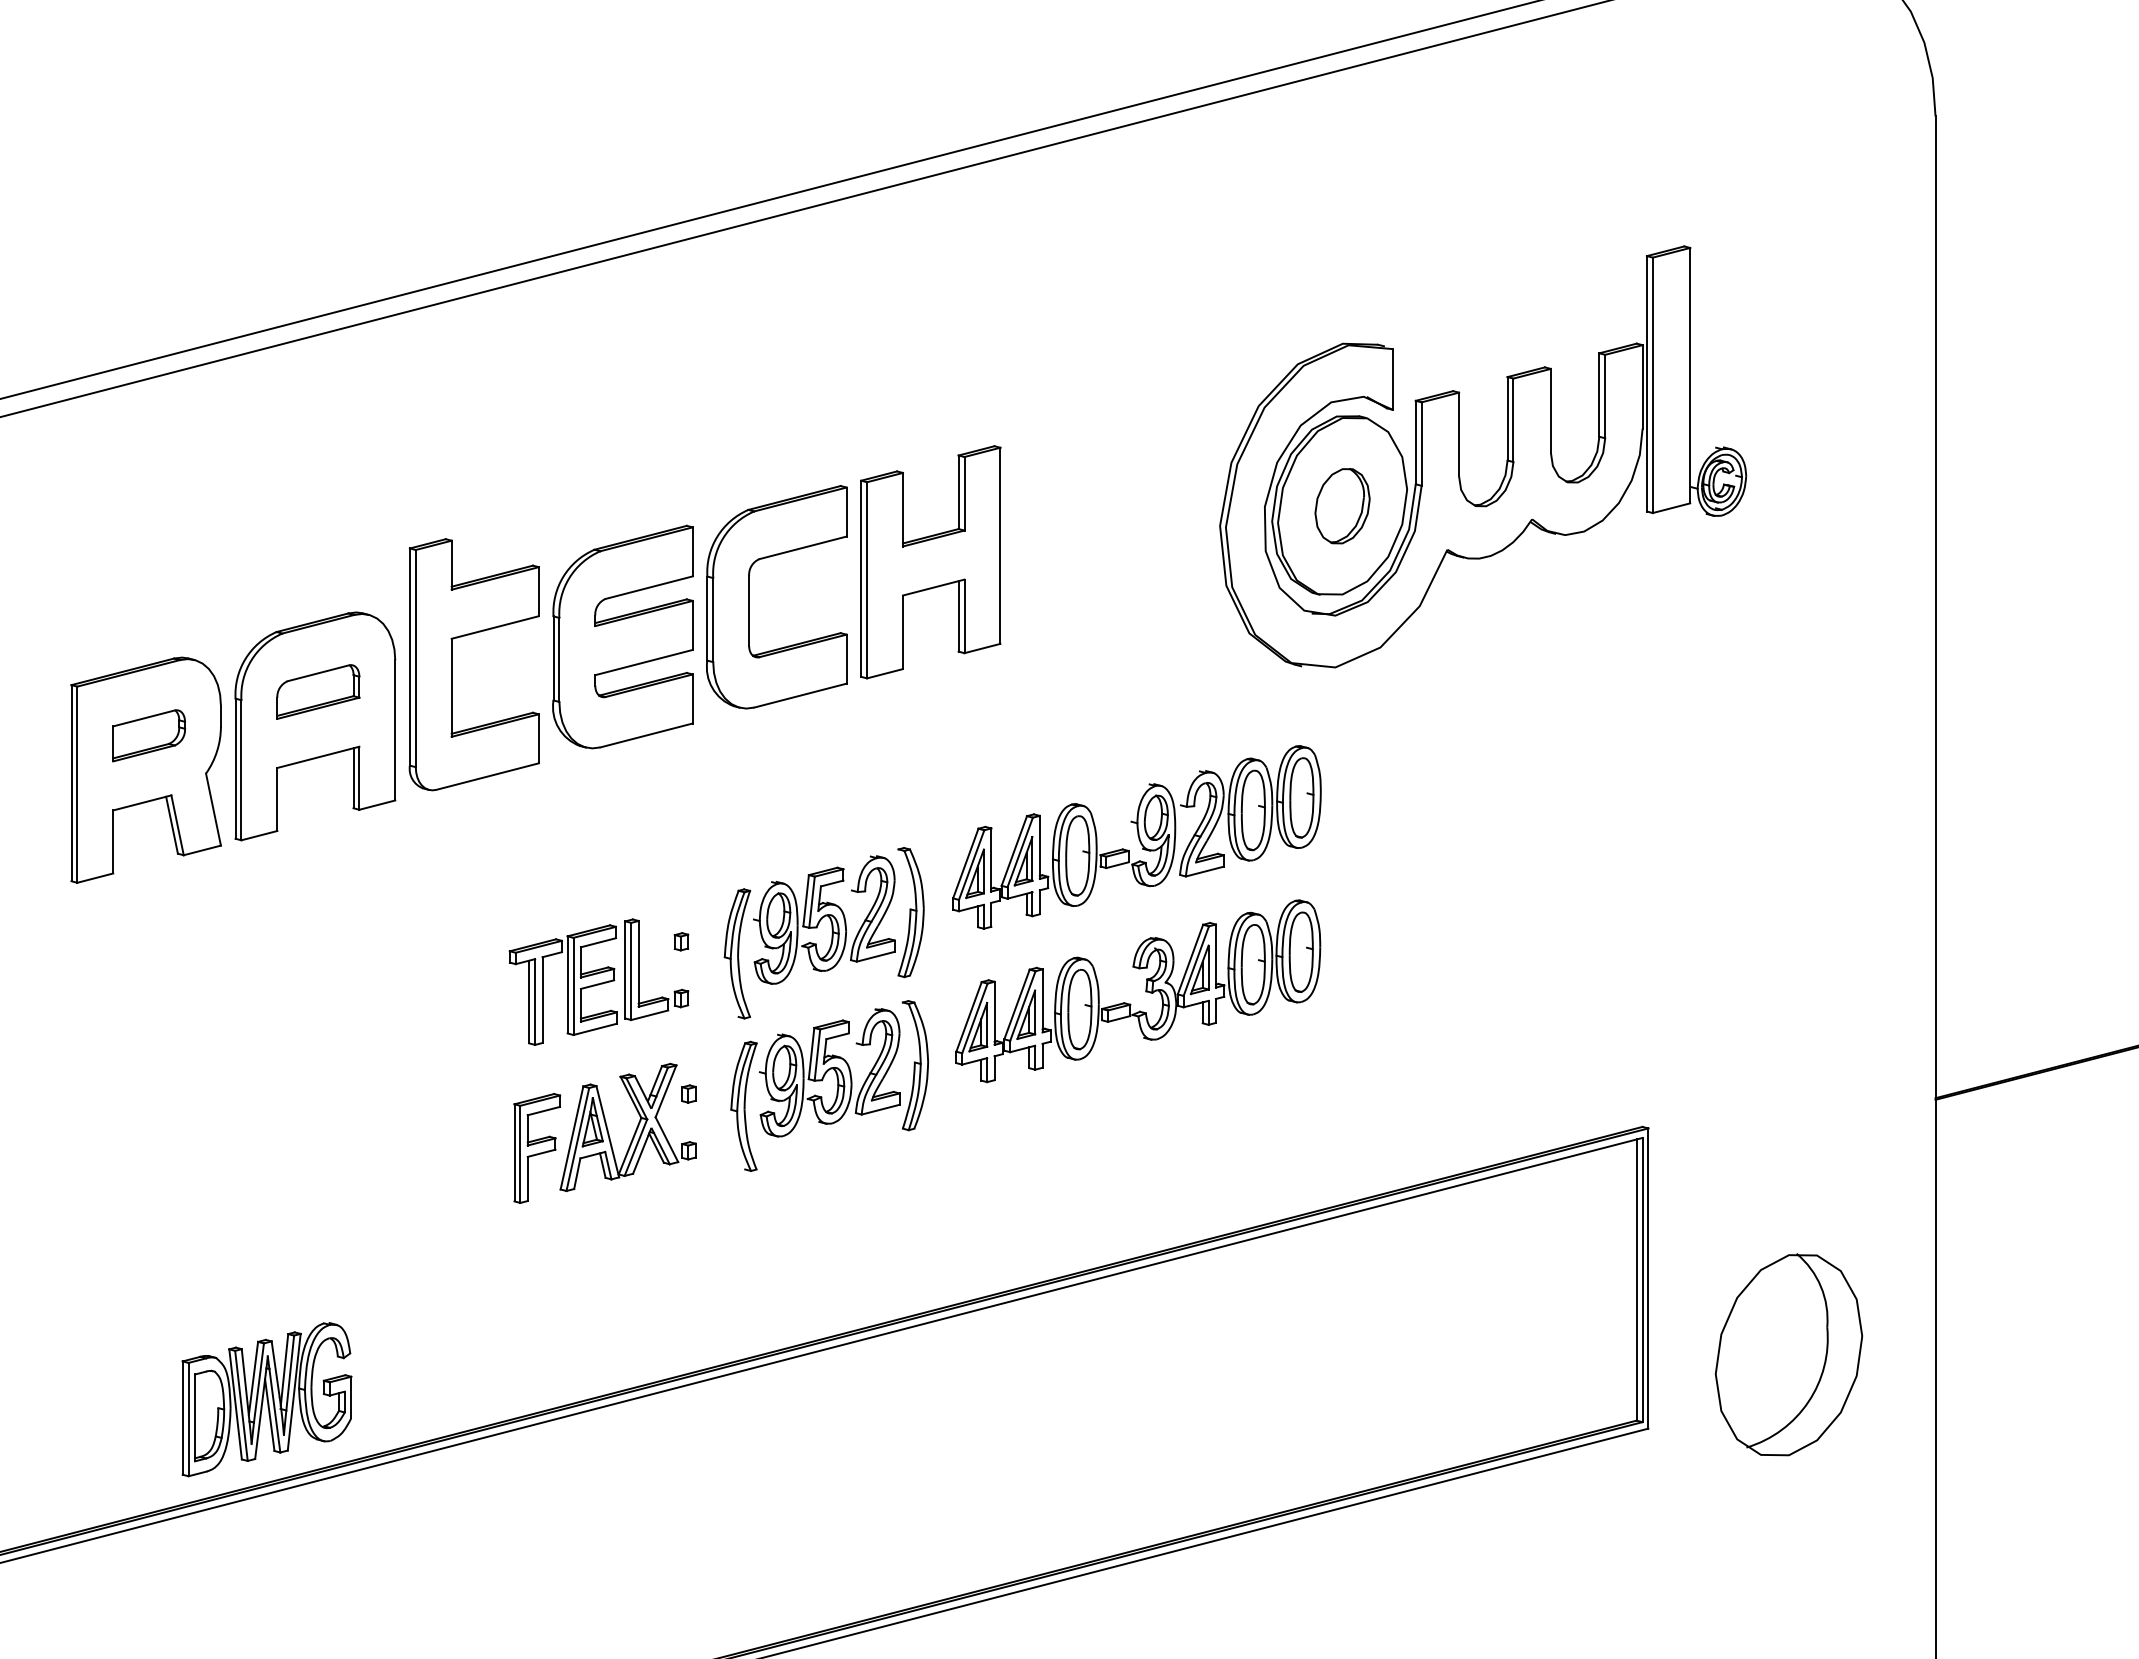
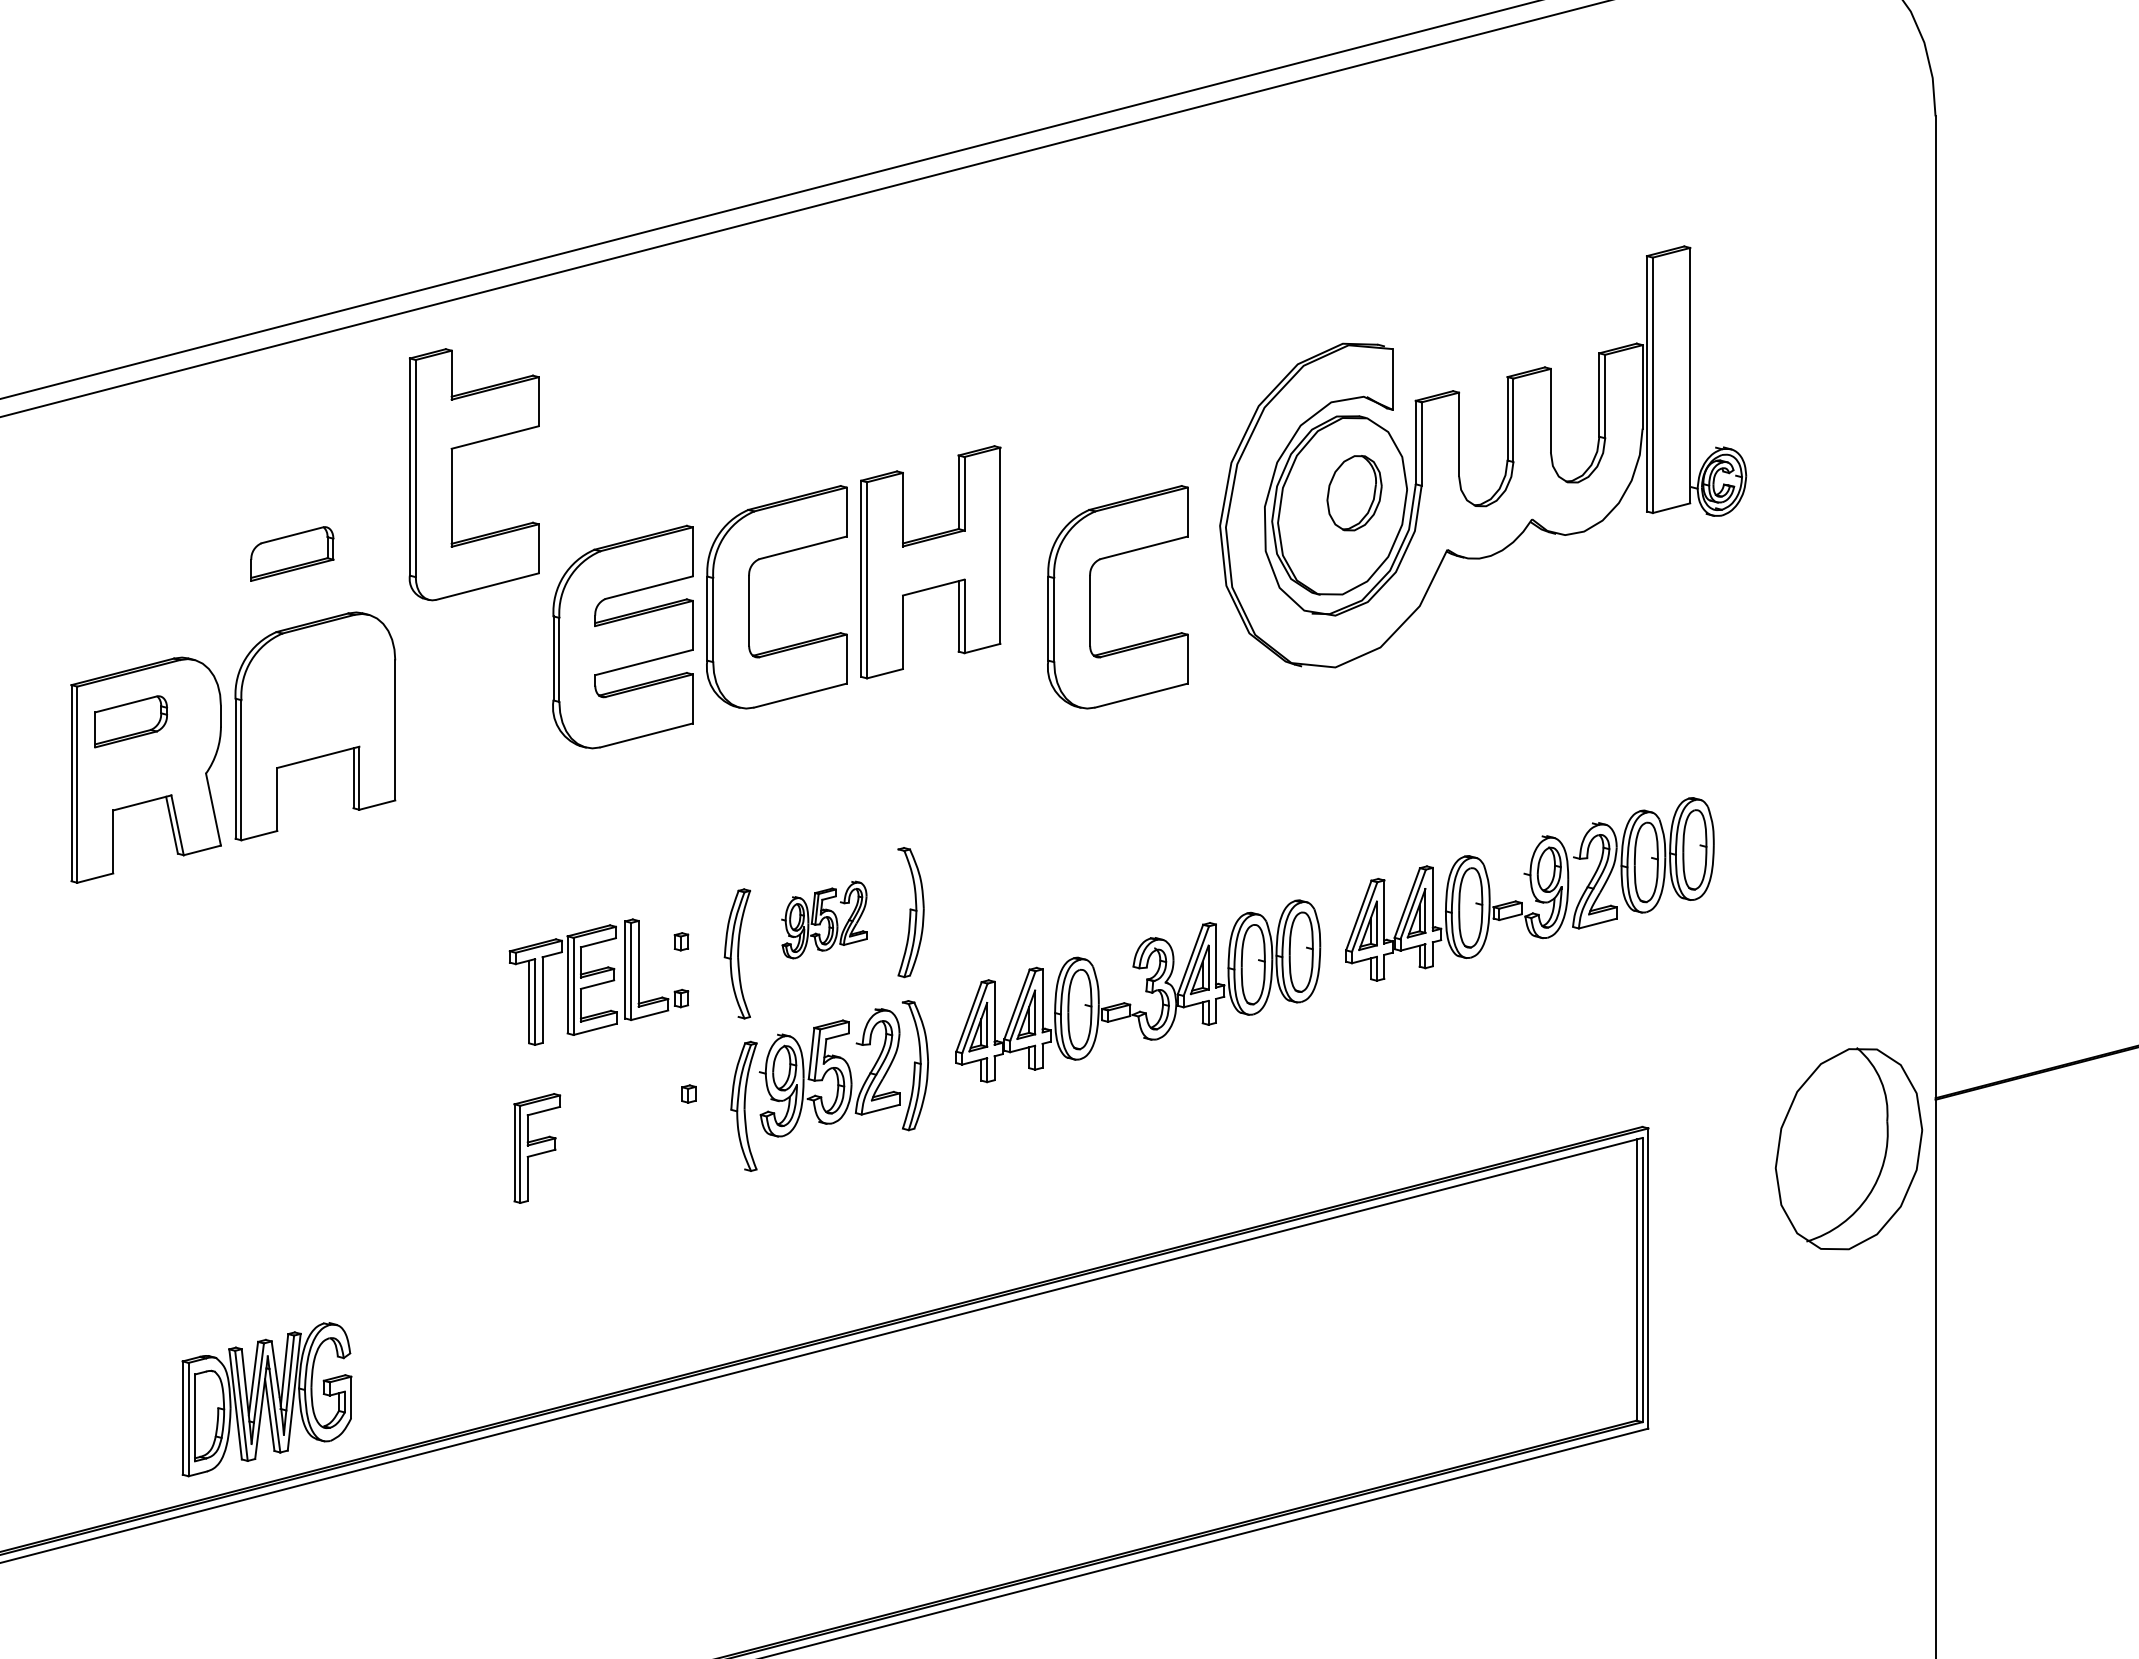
part at (1342, 506) position: (1342, 506) -> (1354, 493)
part at (1090, 597): none -> present
part at (452, 664) position: (452, 664) -> (452, 474)
part at (318, 691) position: (318, 691) -> (292, 553)
part at (148, 735) position: (148, 735) -> (130, 721)
part at (1136, 837) position: (1136, 837) -> (1529, 889)
part at (824, 919) size: 143x130 px -> 87x80 px
part at (635, 1129): present -> none
part at (1788, 1354) position: (1788, 1354) -> (1848, 1148)
